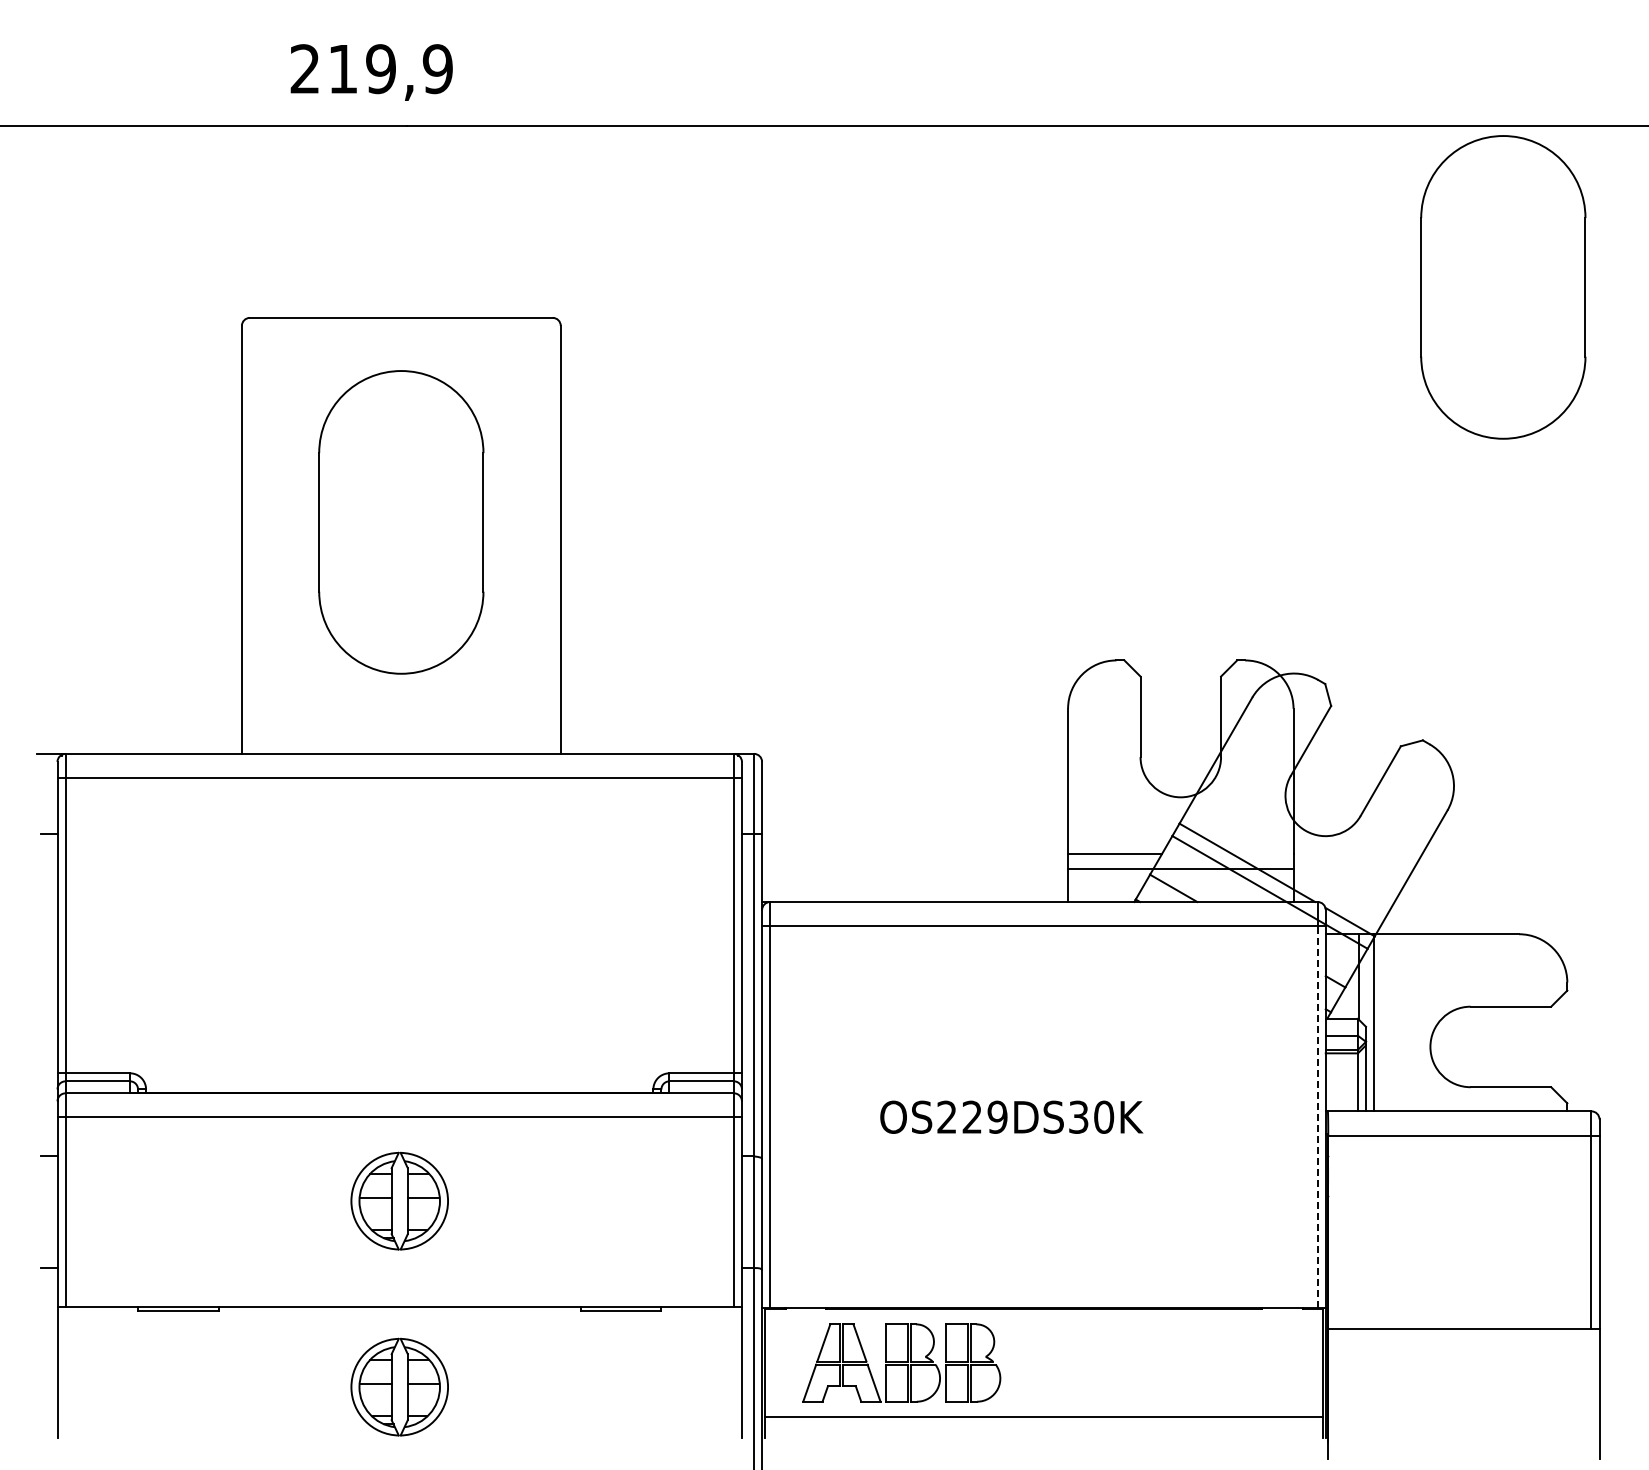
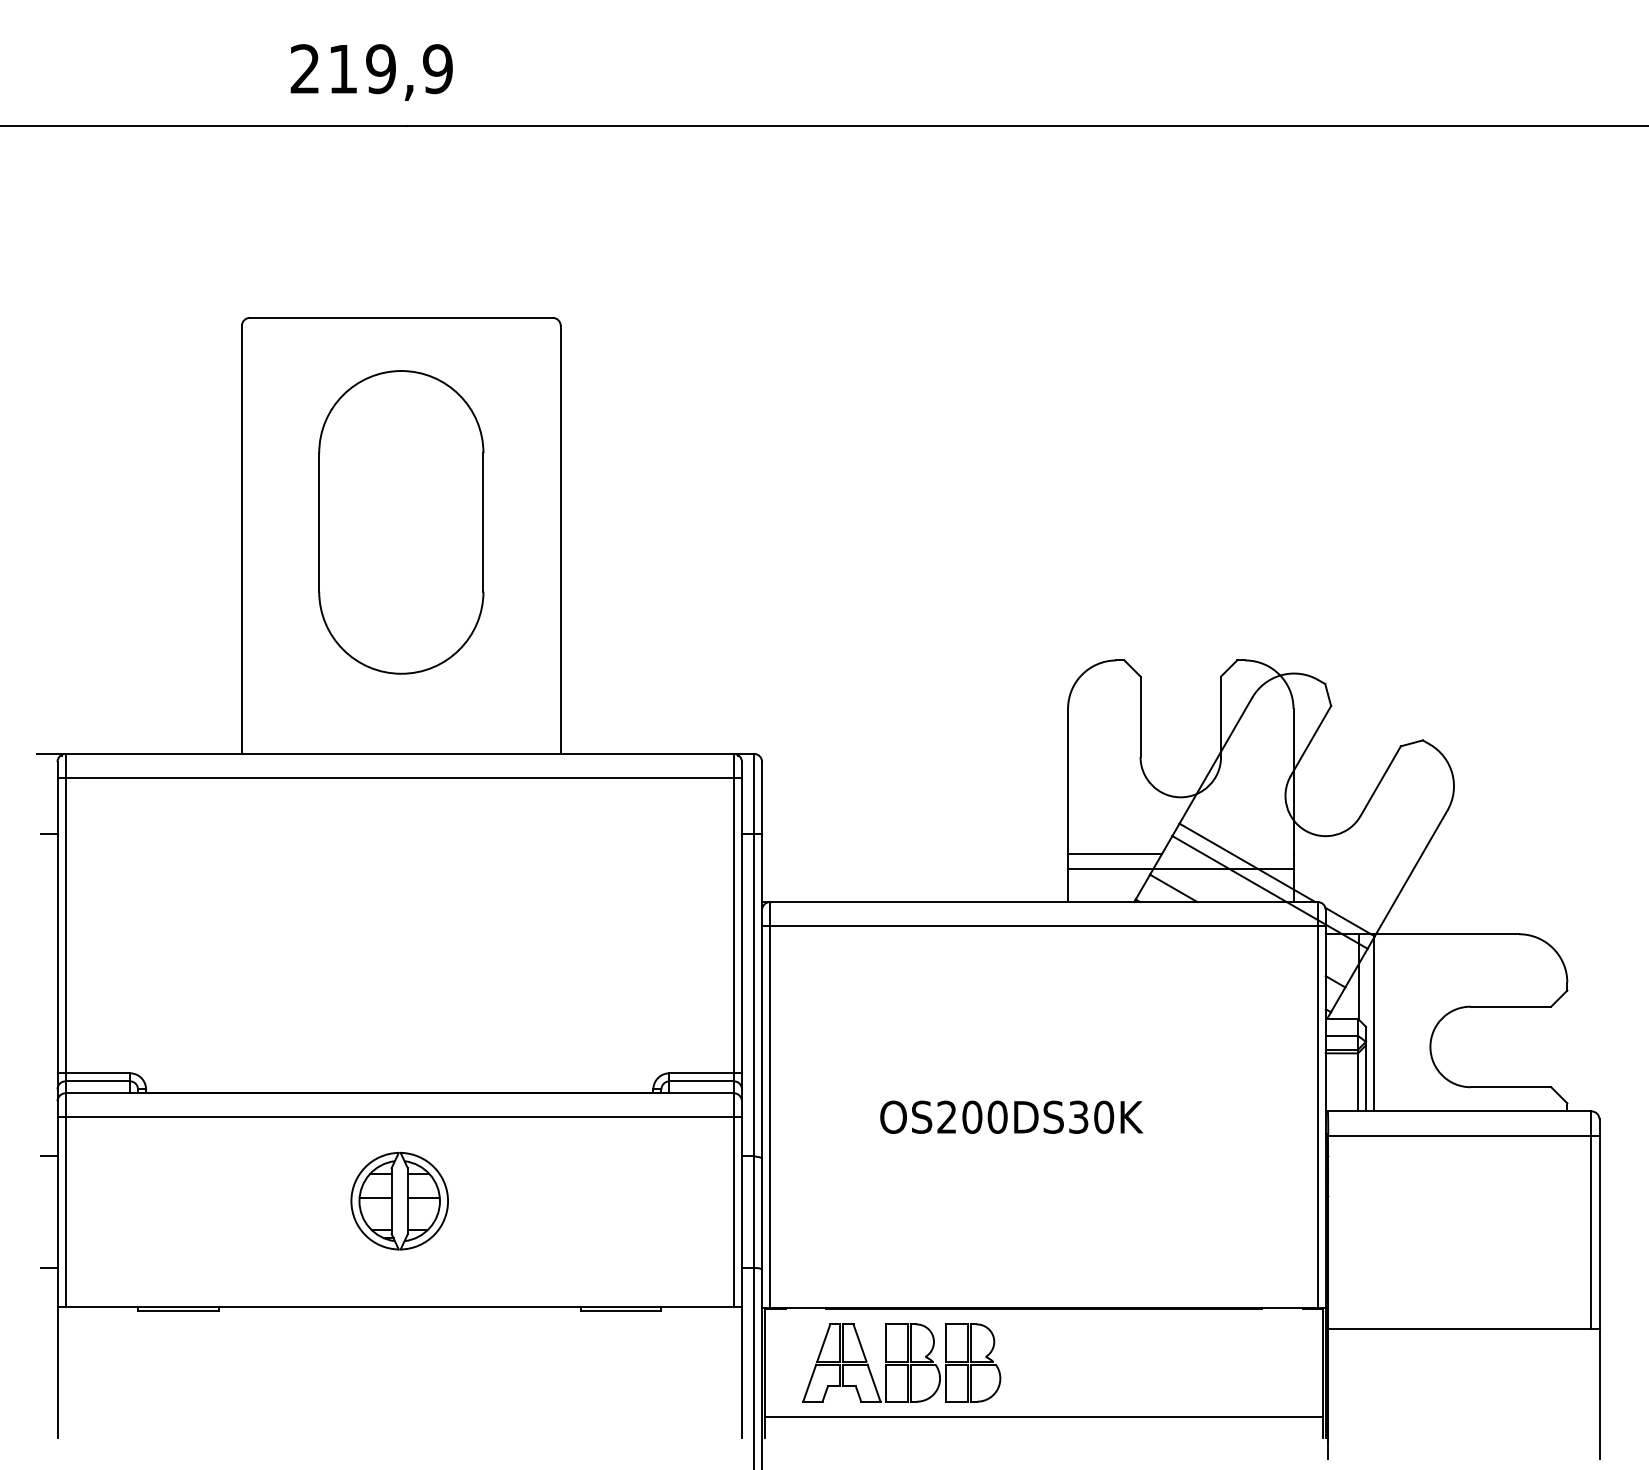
part at (1503, 287): present -> none
text at (984, 1116): OS229DS30K -> OS200DS30K
line at (1317, 1117): dashed -> solid
part at (399, 1386): present -> none
